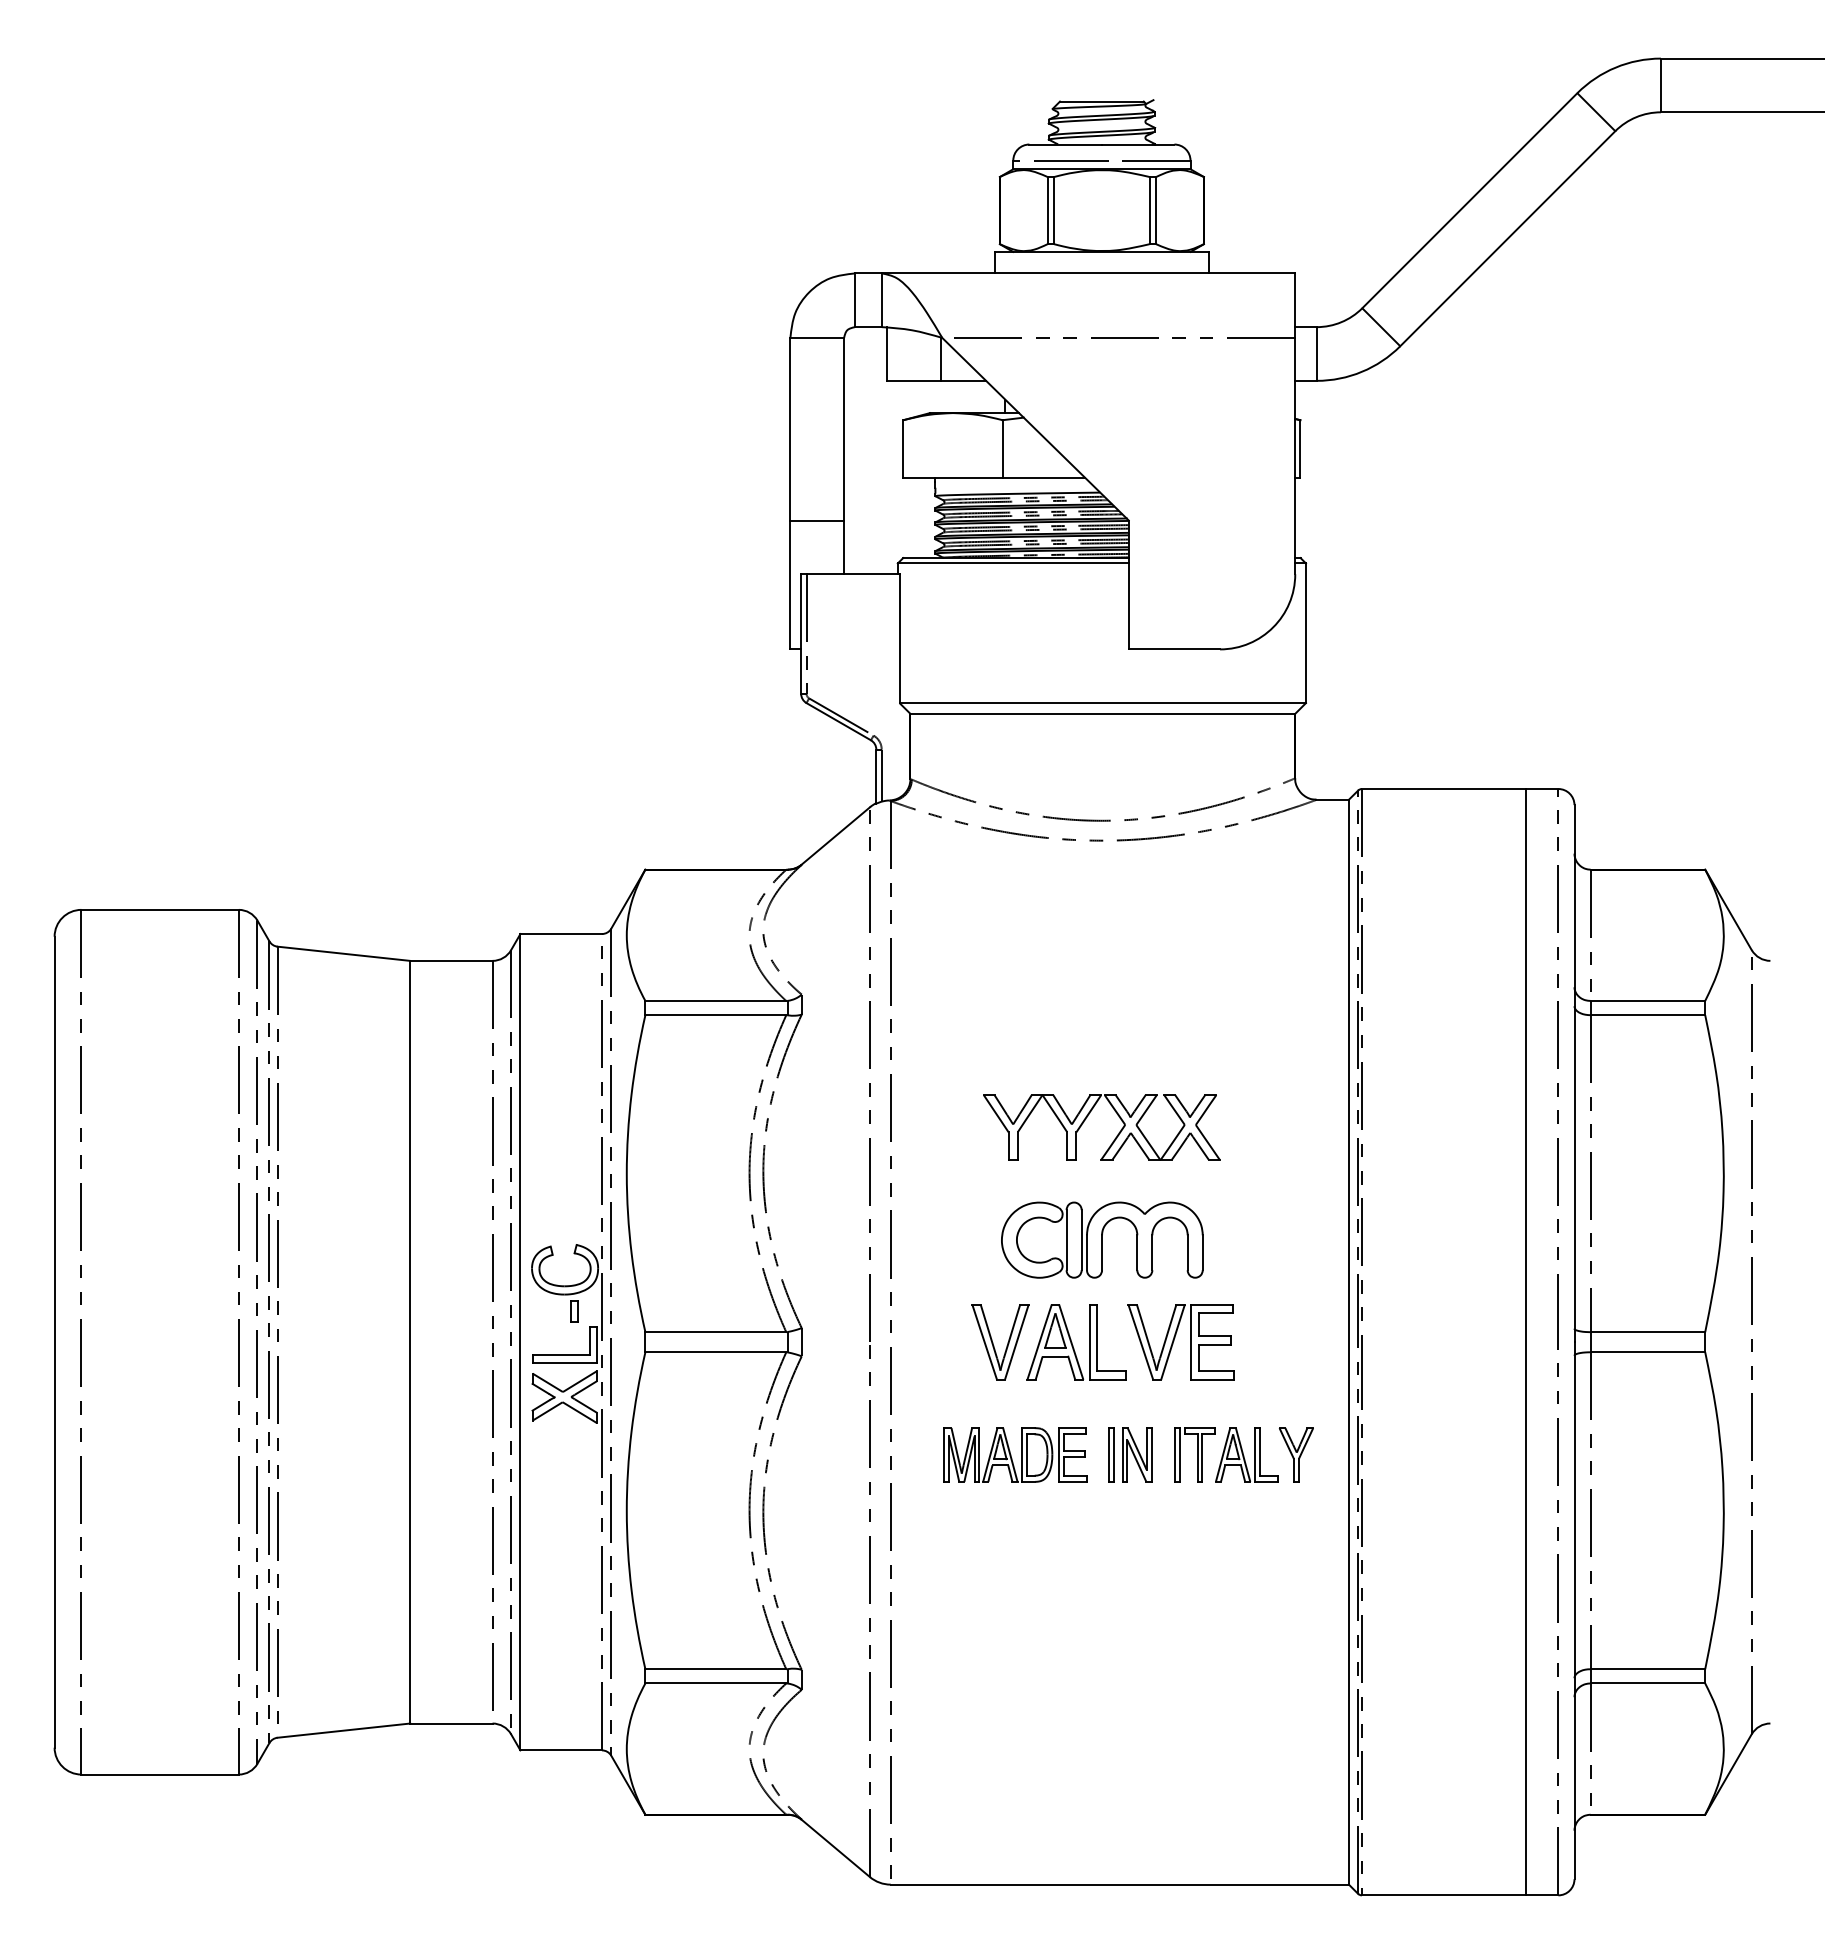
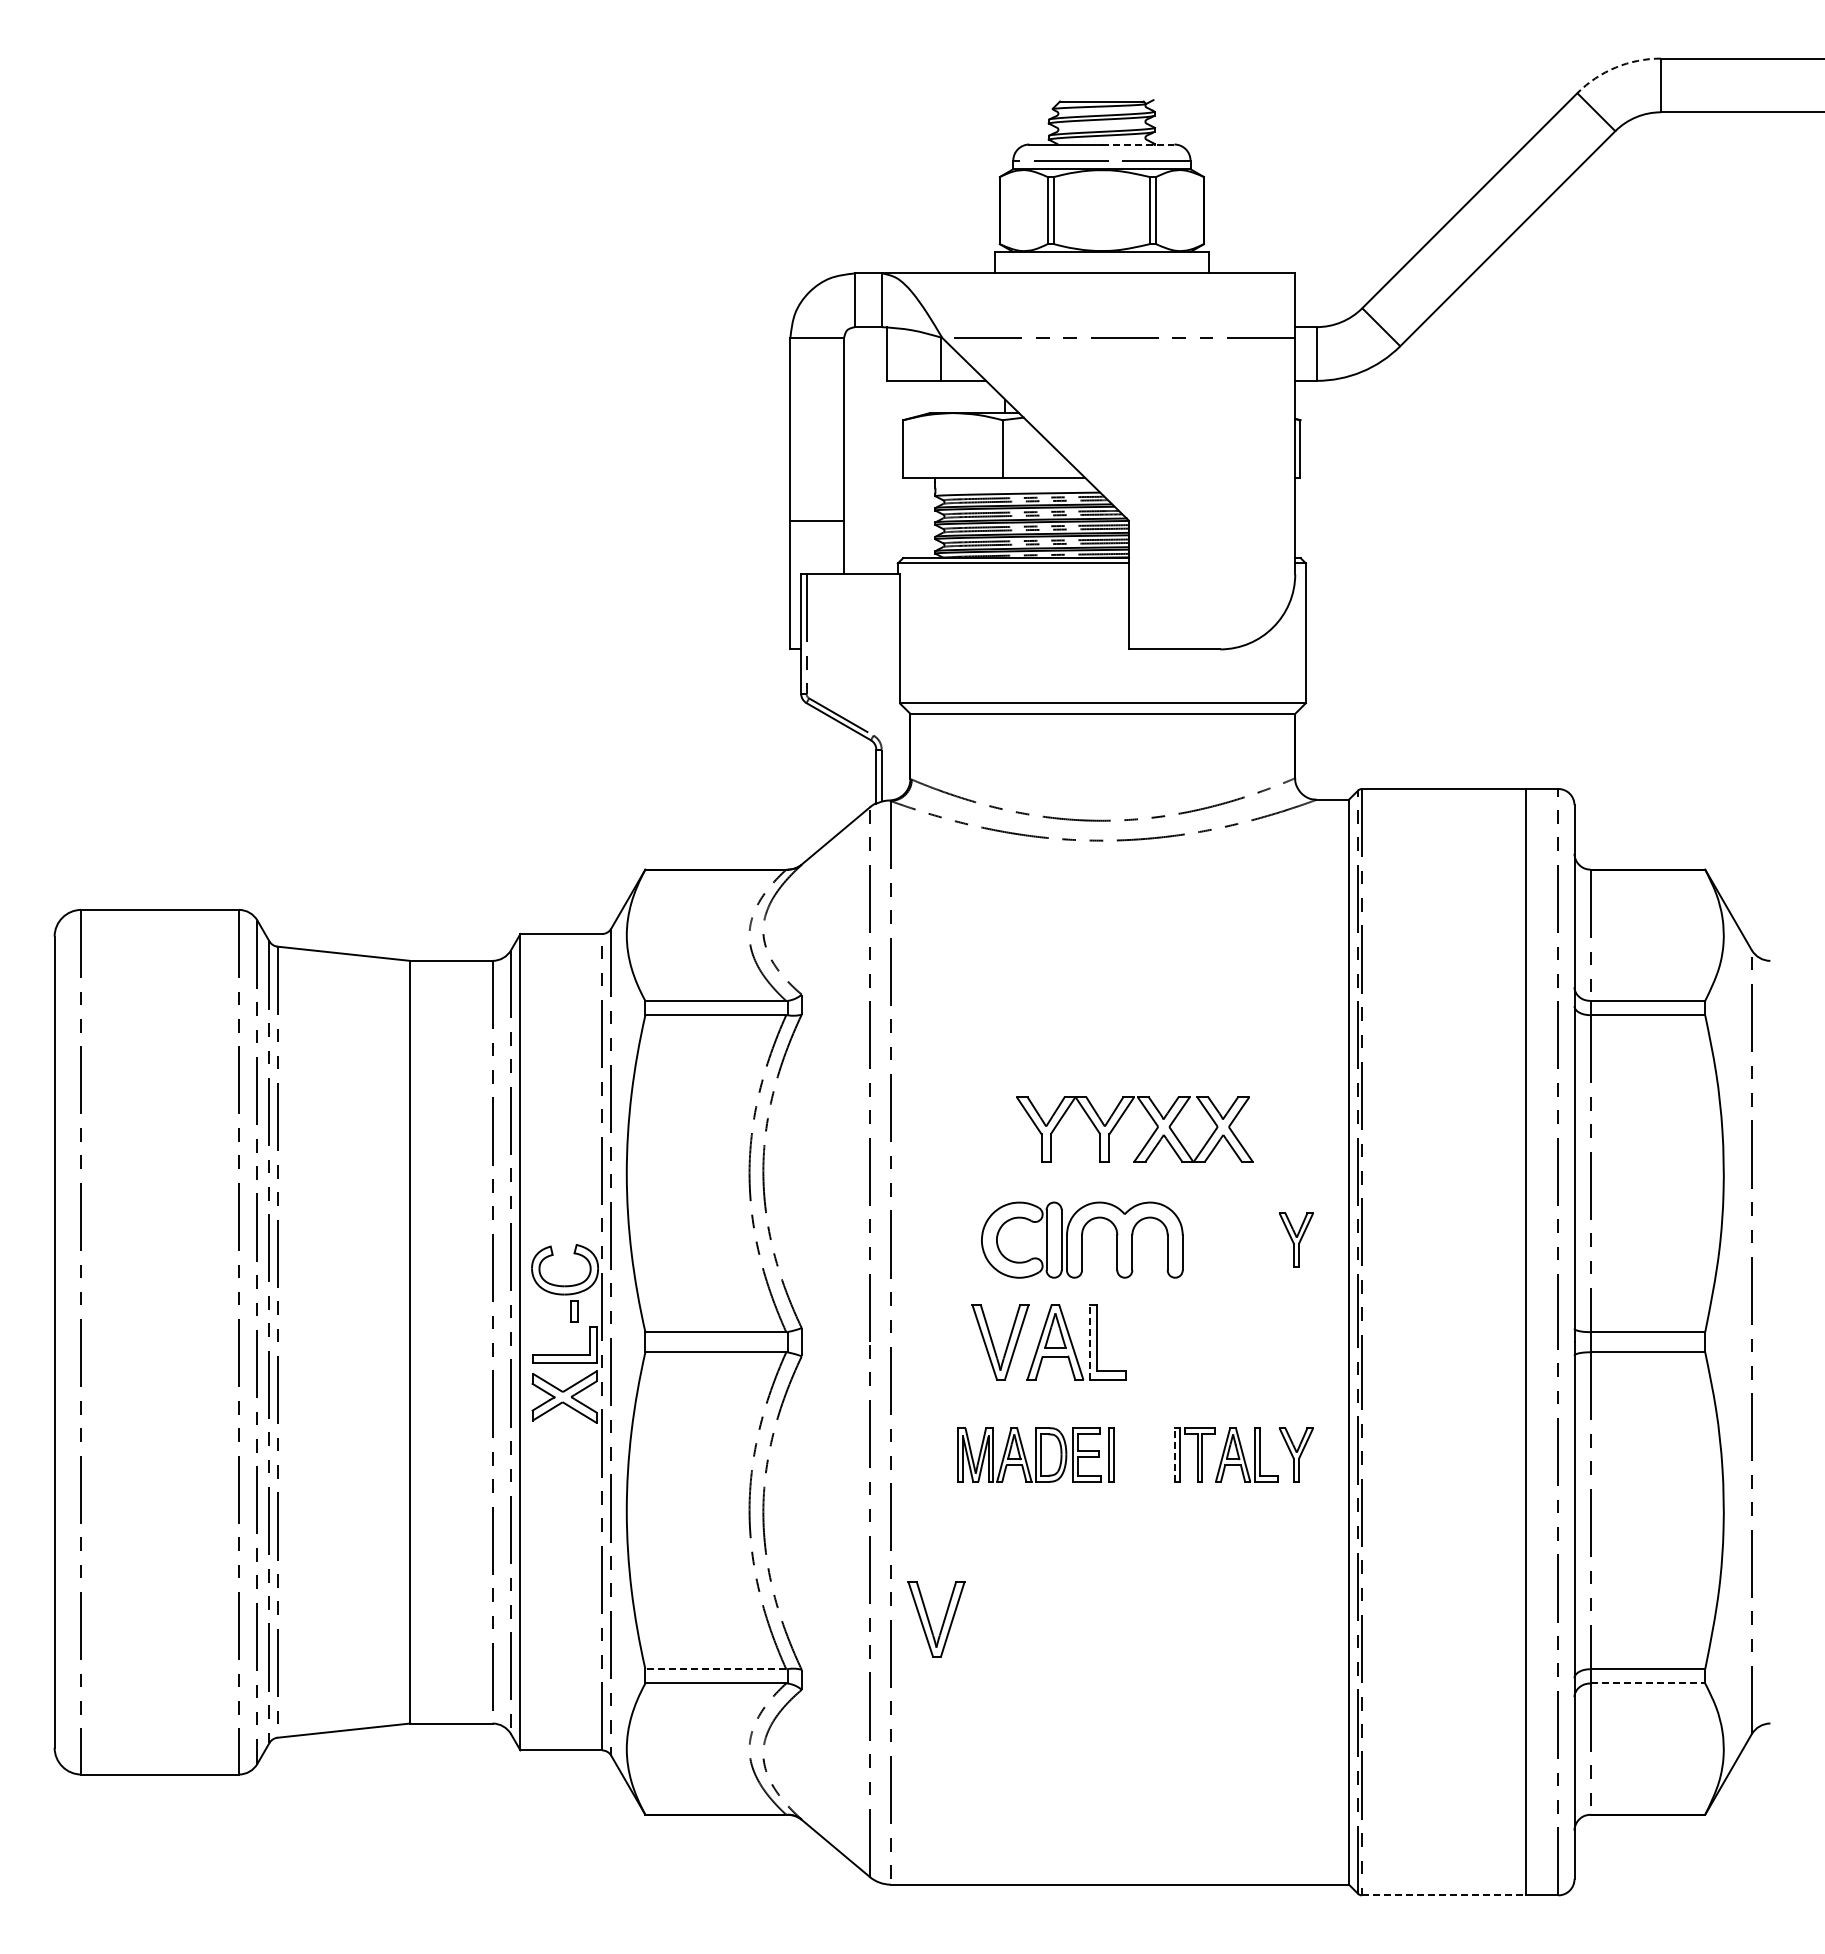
arc at (1615, 67): solid -> dashed
line at (1138, 144): solid -> dashed
part at (1086, 1119) position: (1086, 1119) -> (1119, 1121)
part at (1102, 1239) position: (1102, 1239) -> (1082, 1239)
part at (1295, 1239): none -> present
part at (1174, 1341): present -> none
line at (1089, 1342): solid -> dashed
part at (1015, 1454) position: (1015, 1454) -> (1029, 1454)
part at (1137, 1454): present -> none
line at (1174, 1454): solid -> dashed
part at (930, 1622): none -> present
line at (715, 1669): solid -> dashed
line at (1648, 1683): solid -> dashed
line at (1444, 1895): solid -> dashed
